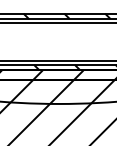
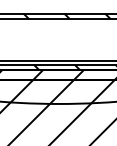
line at (57, 22): present -> none
